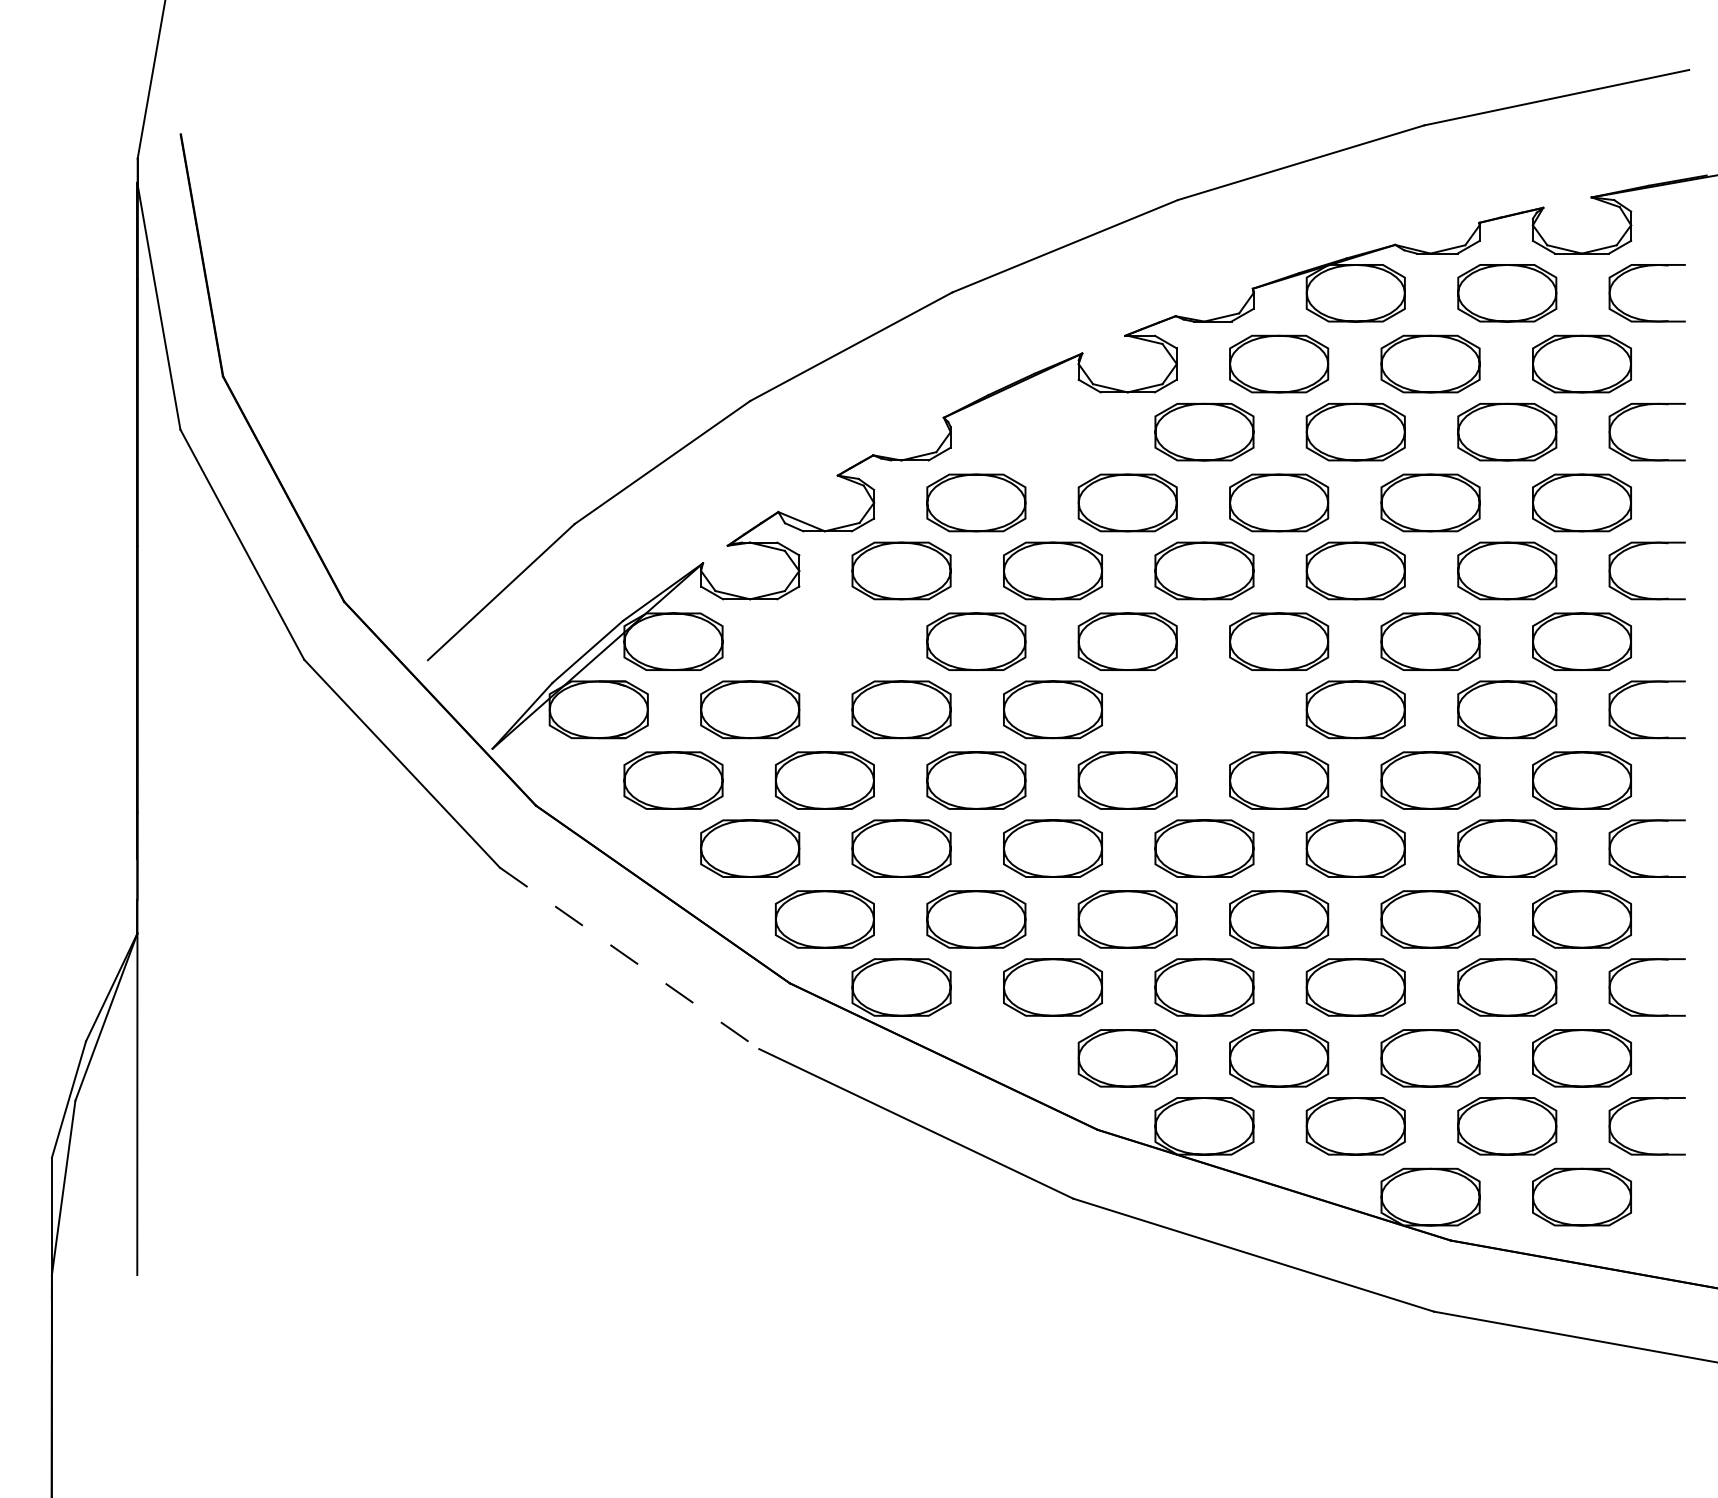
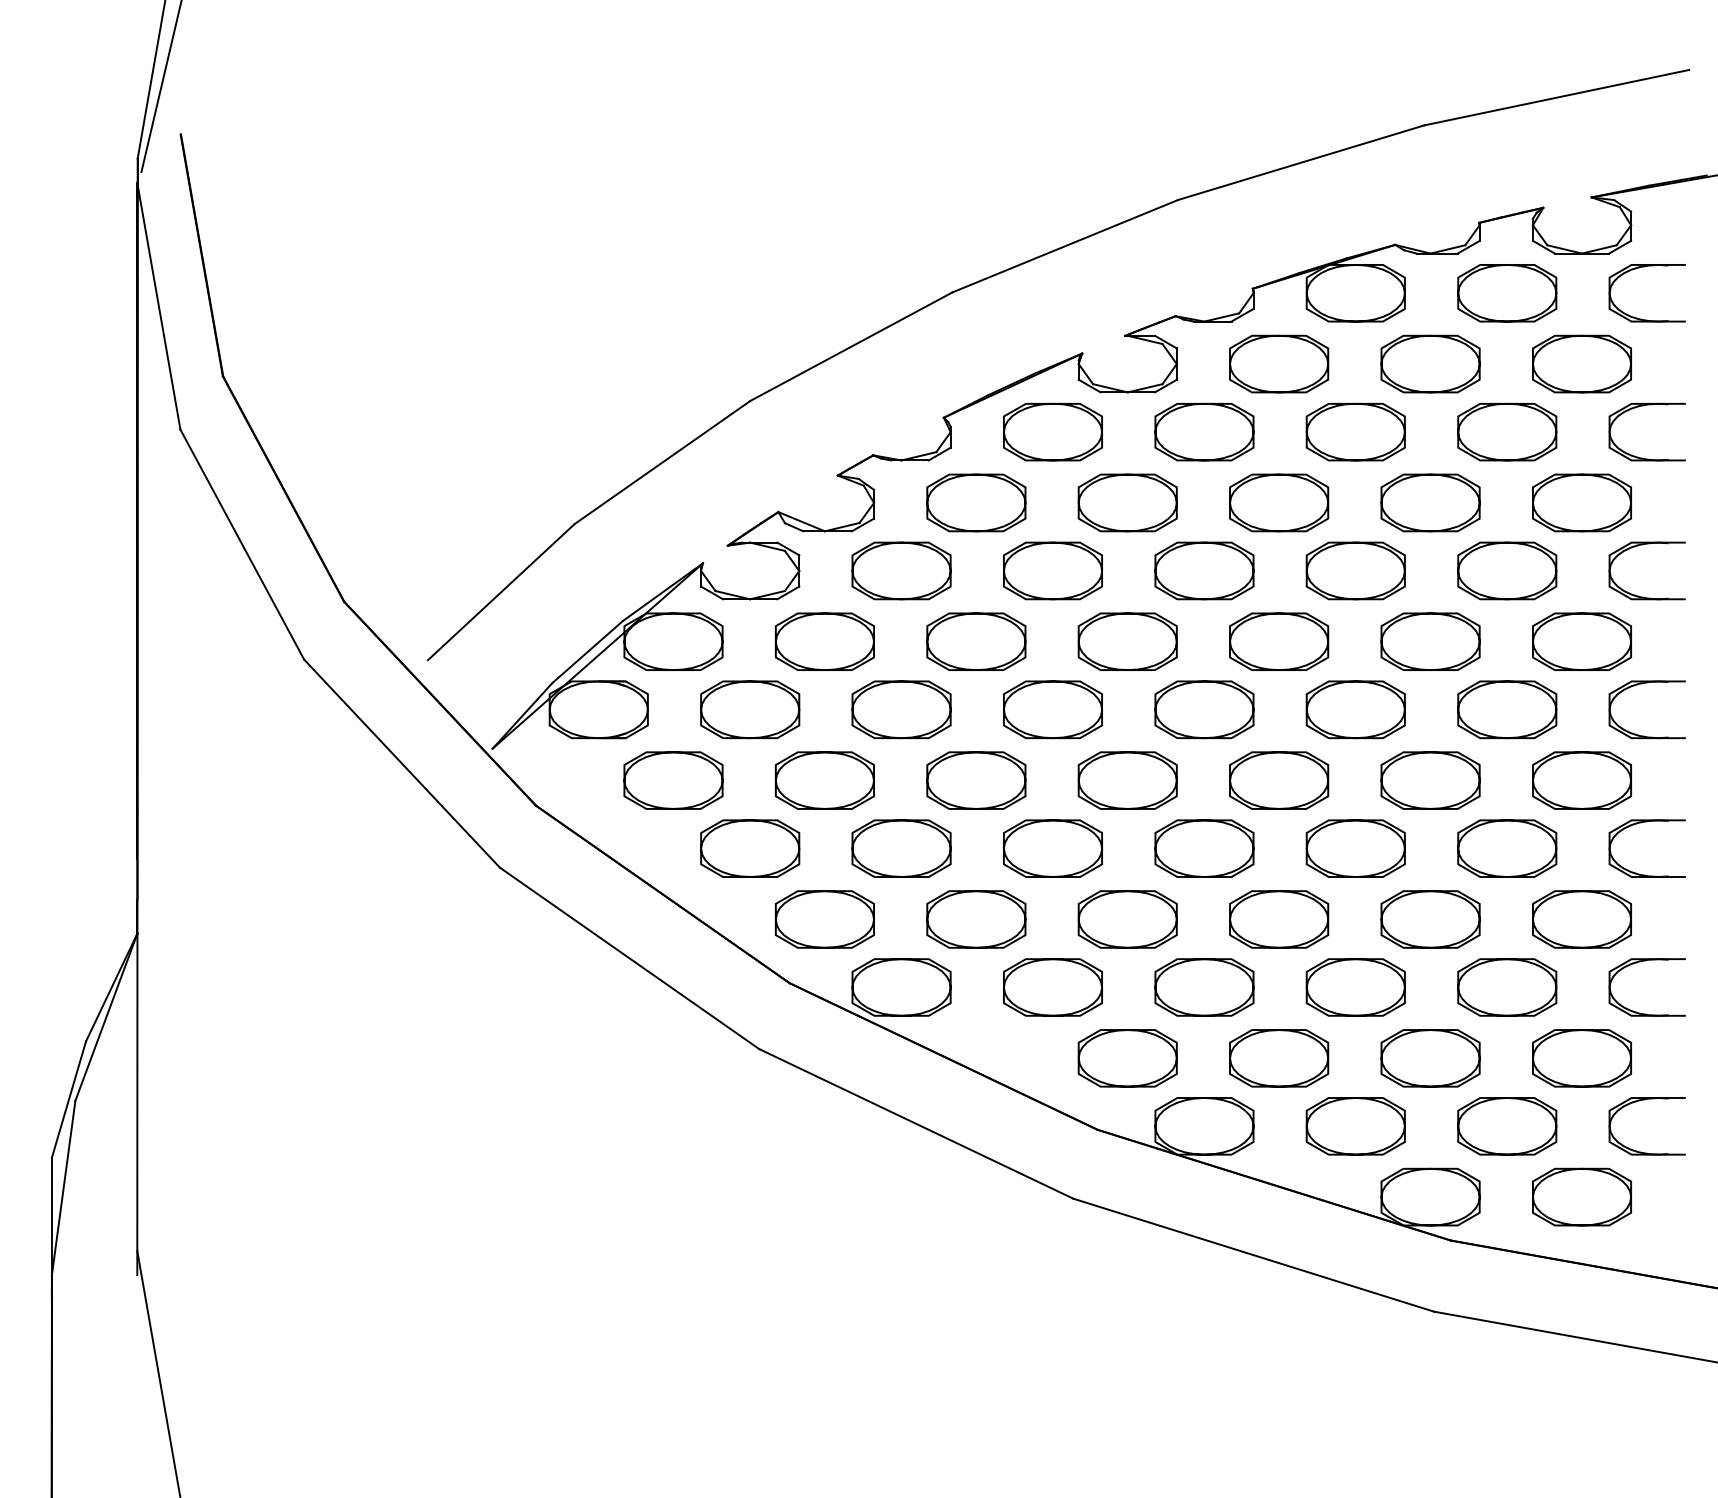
line at (161, 87): none -> present
part at (1052, 431): none -> present
part at (824, 641): none -> present
part at (1204, 709): none -> present
line at (630, 958): dashed -> solid
line at (158, 1372): none -> present
